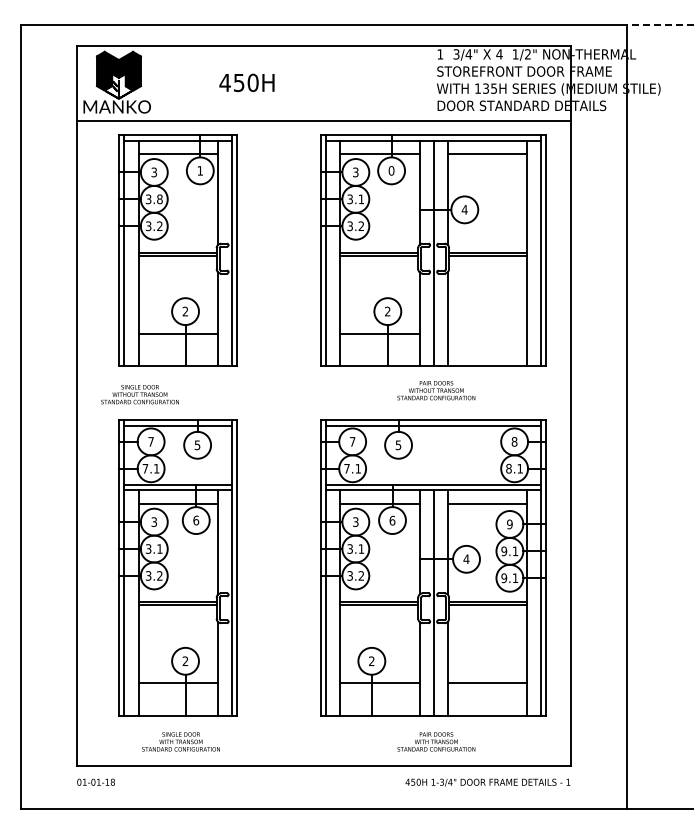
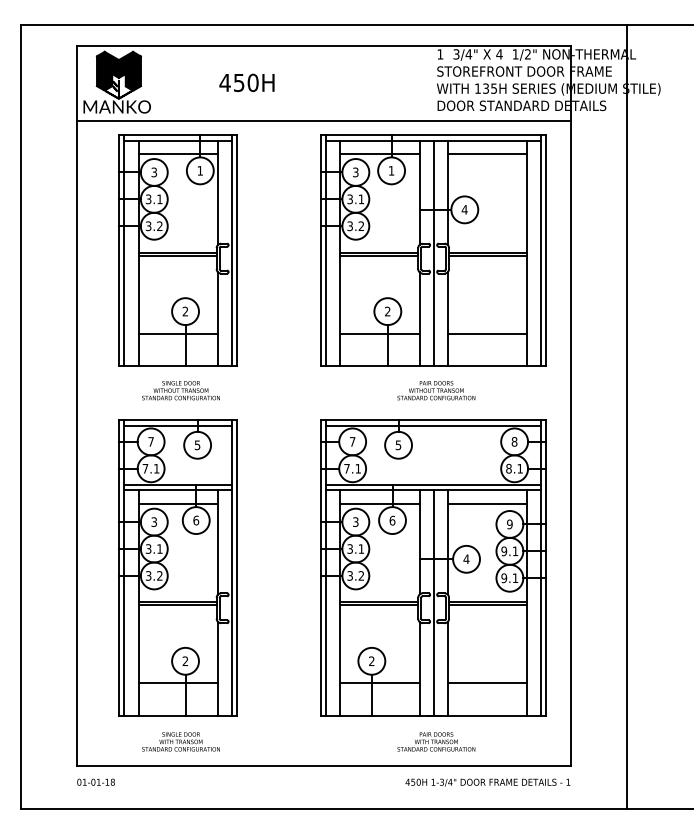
line at (659, 25): dashed -> solid
text at (391, 170): 0 -> 1
text at (159, 199): 3.8 -> 3.1
line at (487, 333): none -> present
text at (139, 394) position: (139, 394) -> (180, 390)
